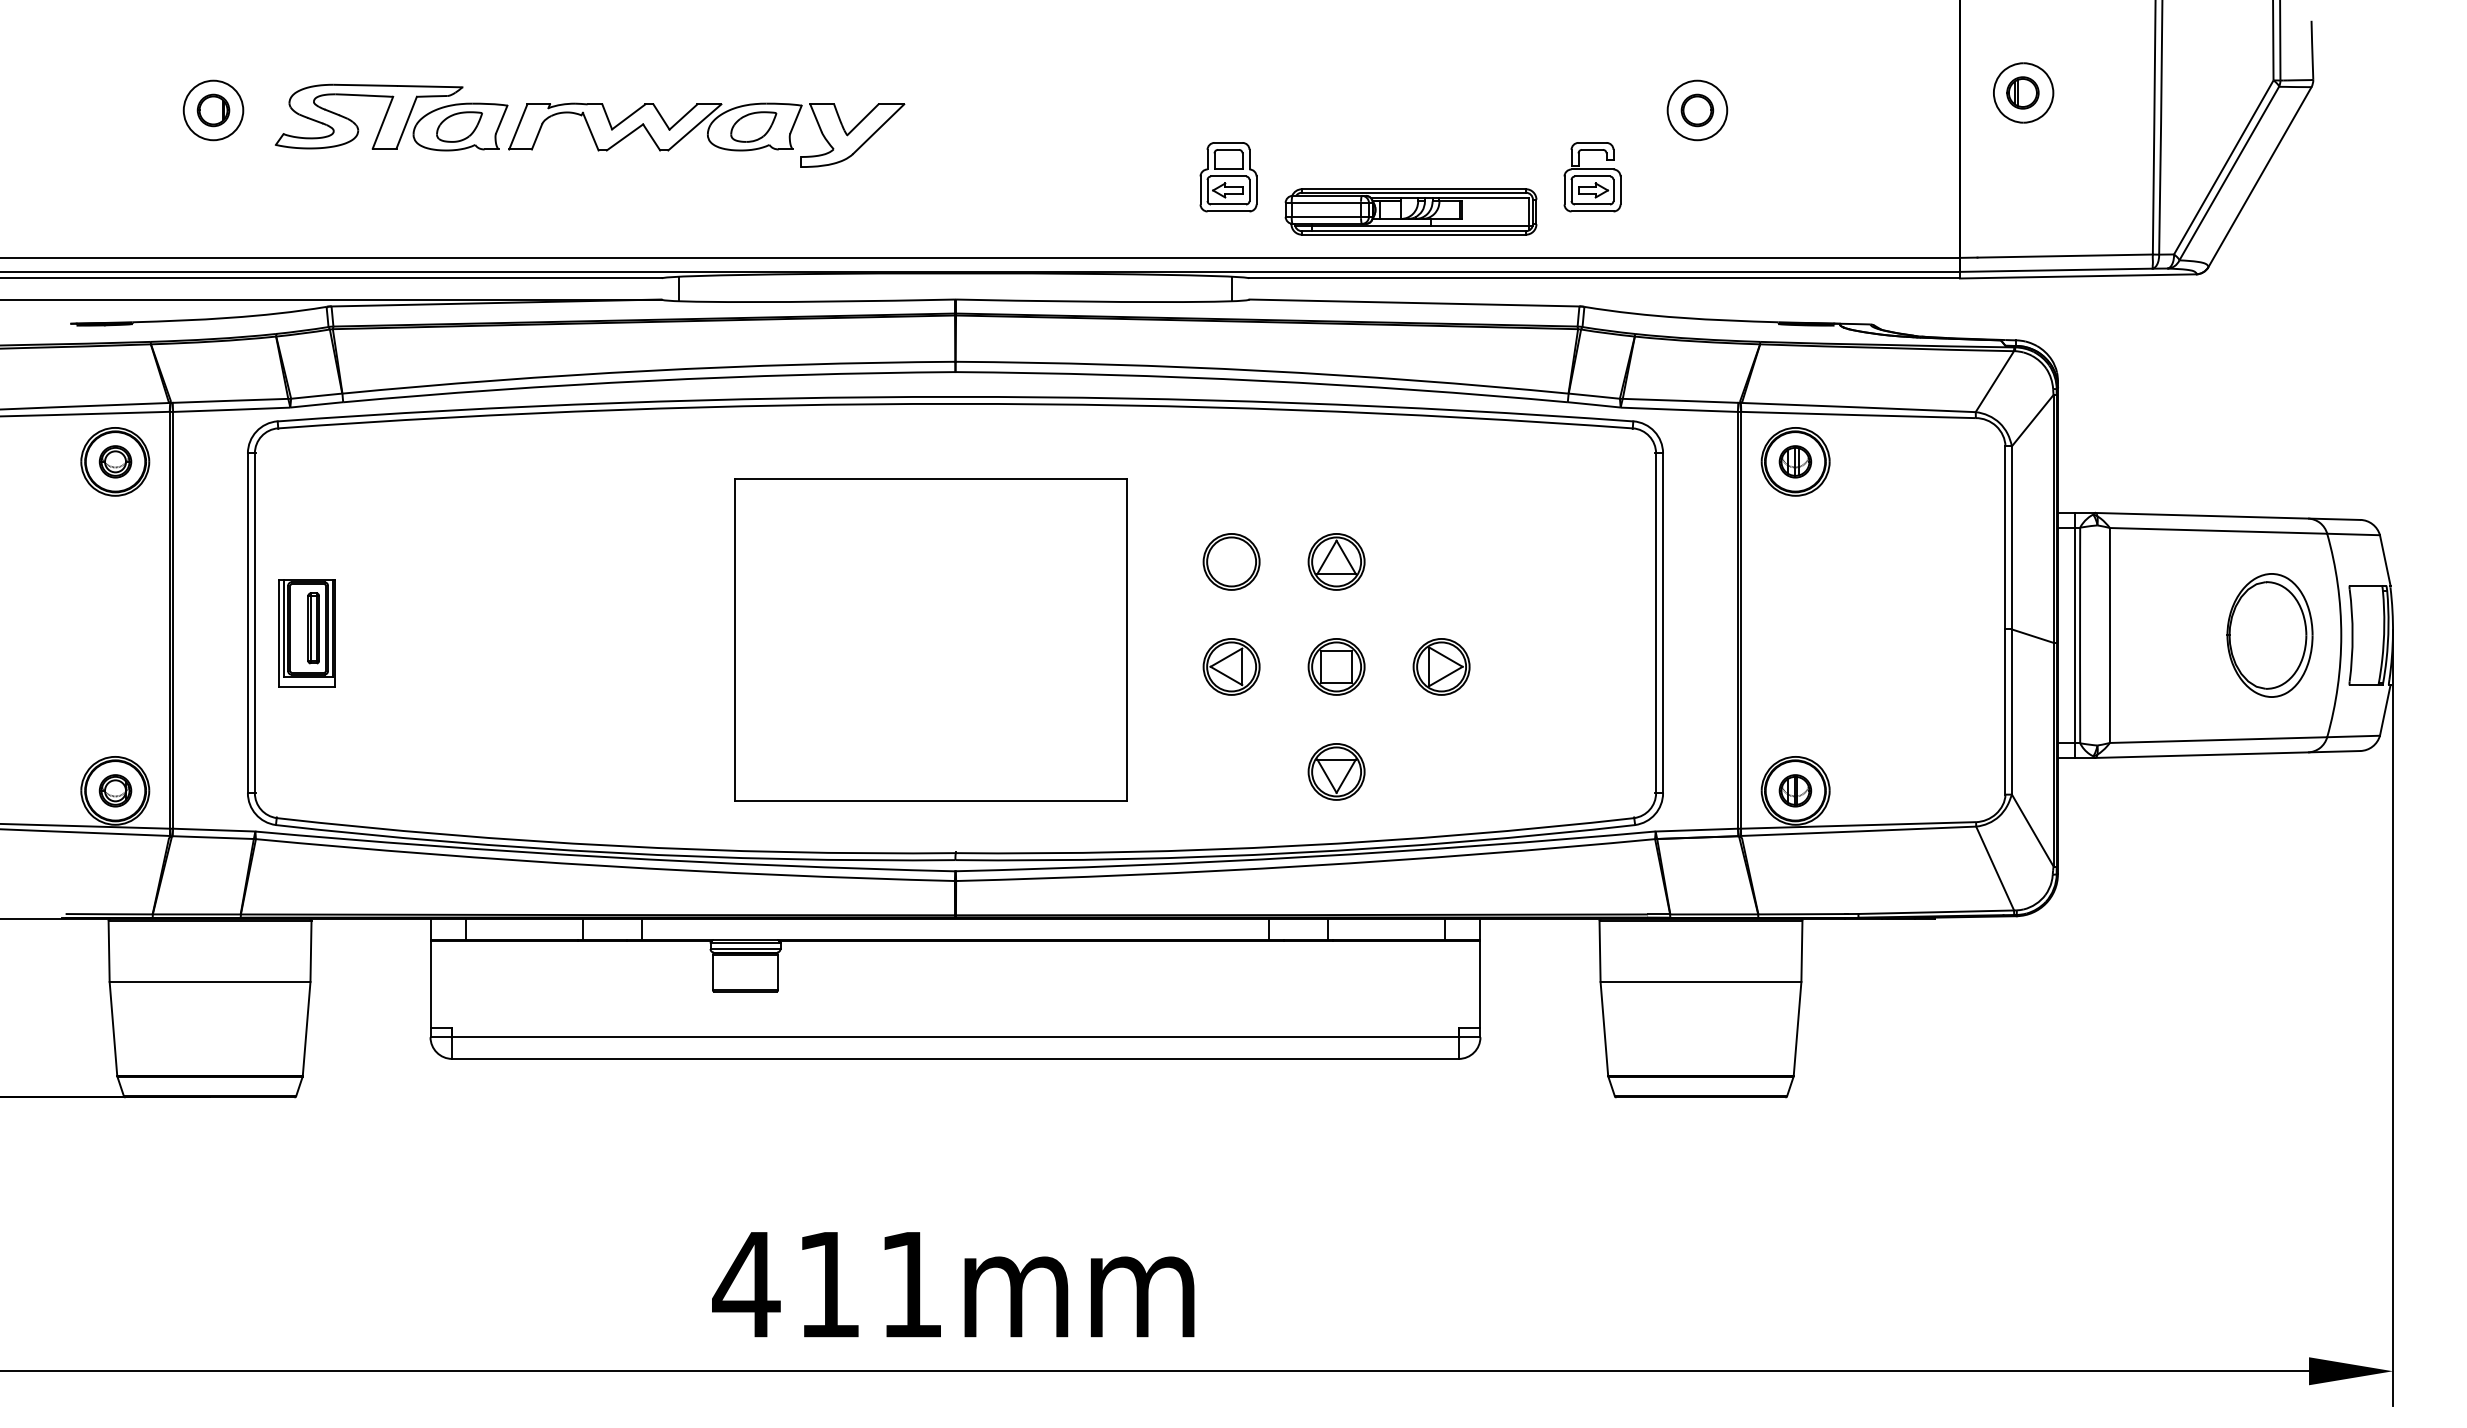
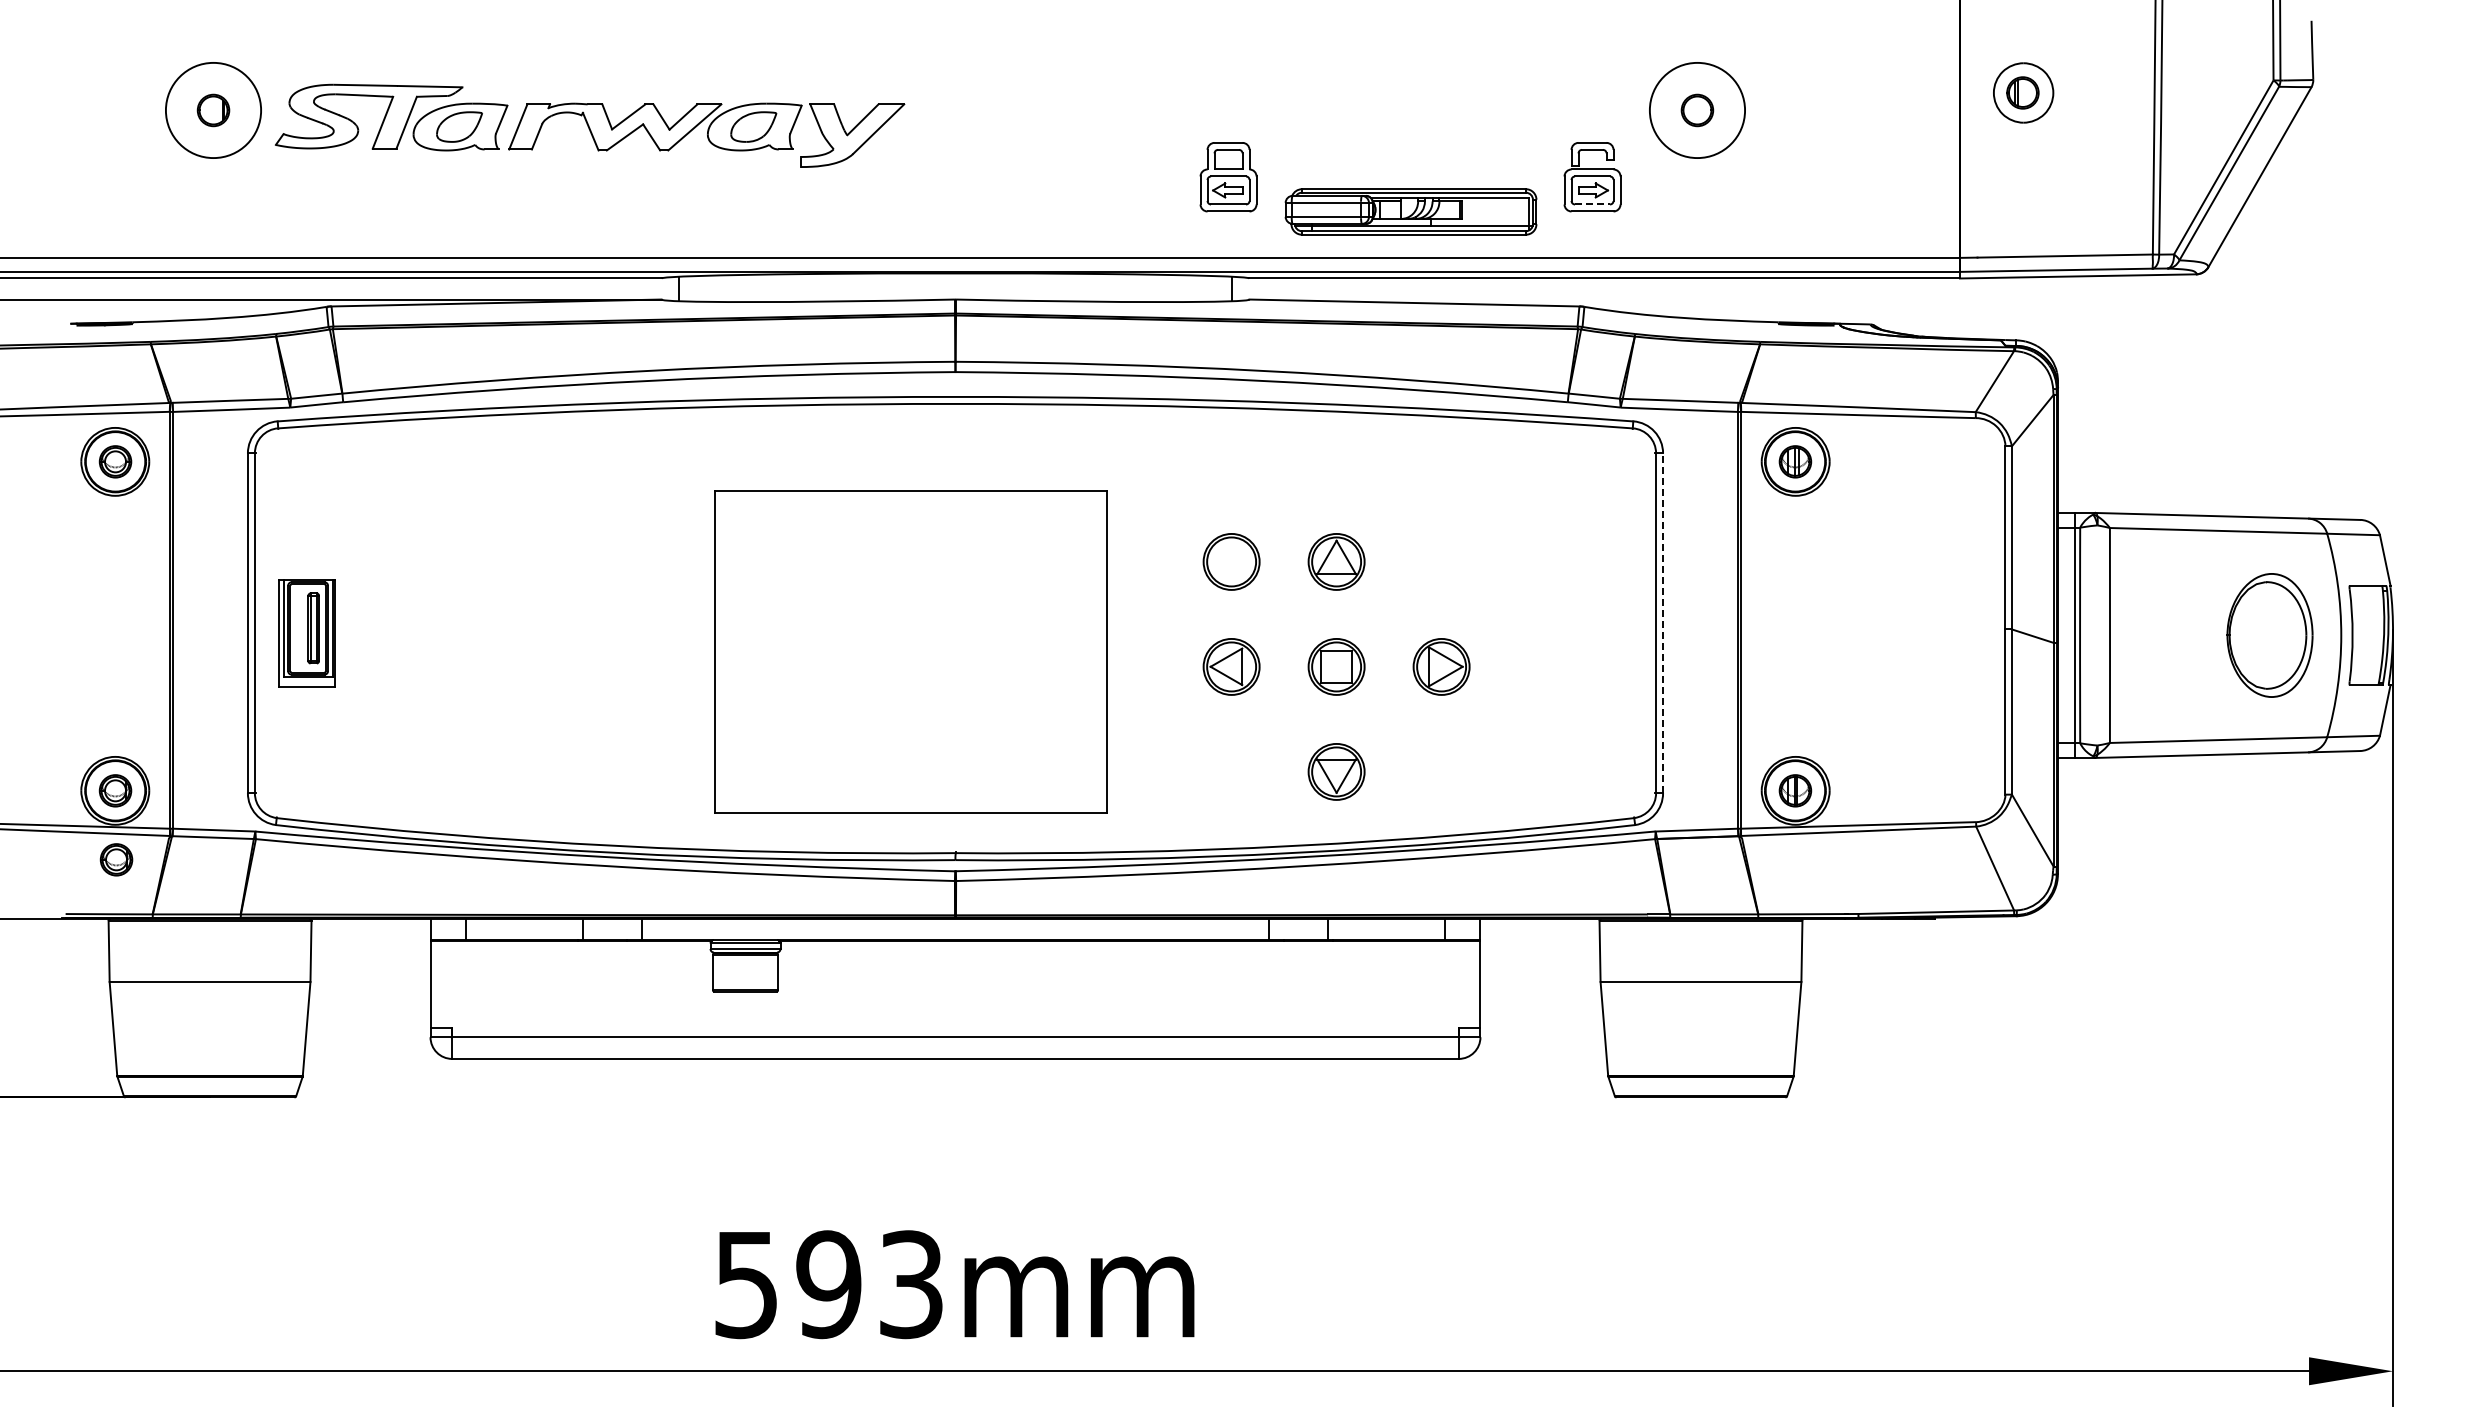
circle at (213, 110) diameter: 59 px -> 95 px
circle at (1697, 110) diameter: 59 px -> 95 px
line at (1593, 204): solid -> dashed
line at (1663, 623): solid -> dashed
part at (930, 639) position: (930, 639) -> (910, 651)
part at (116, 859): none -> present
text at (827, 1284): 411mm -> 593mm
